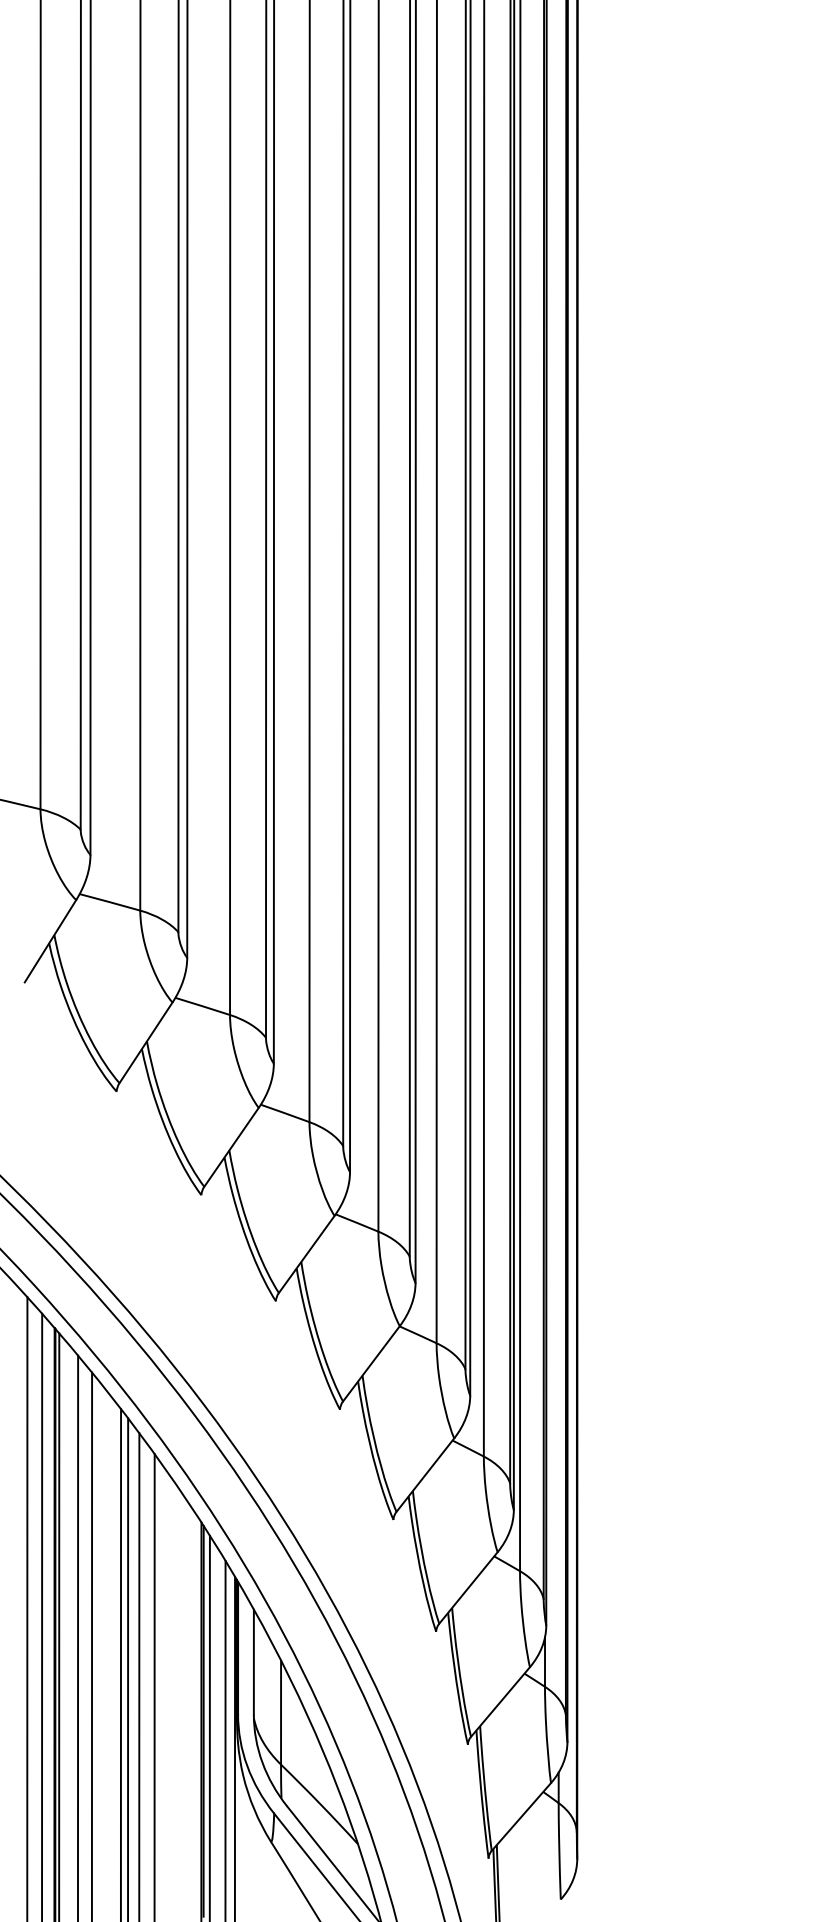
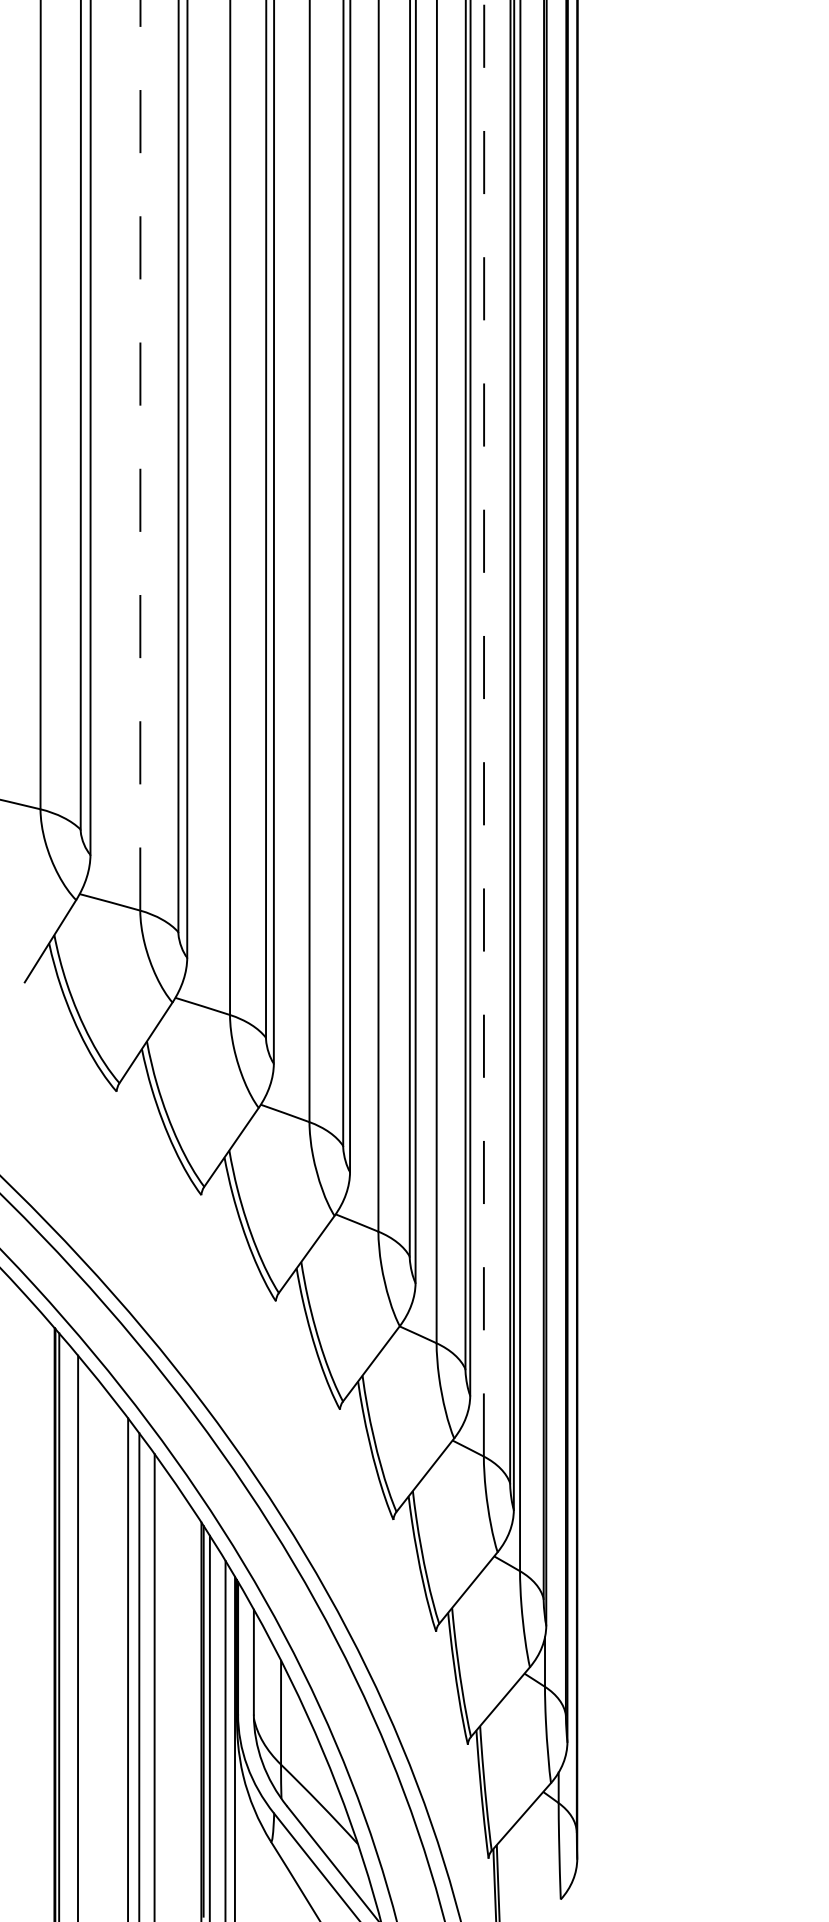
line at (140, 454): solid -> dashed
line at (484, 727): solid -> dashed
line at (27, 1607): present -> none
line at (42, 1615): present -> none
line at (91, 1645): present -> none
line at (120, 1663): present -> none
